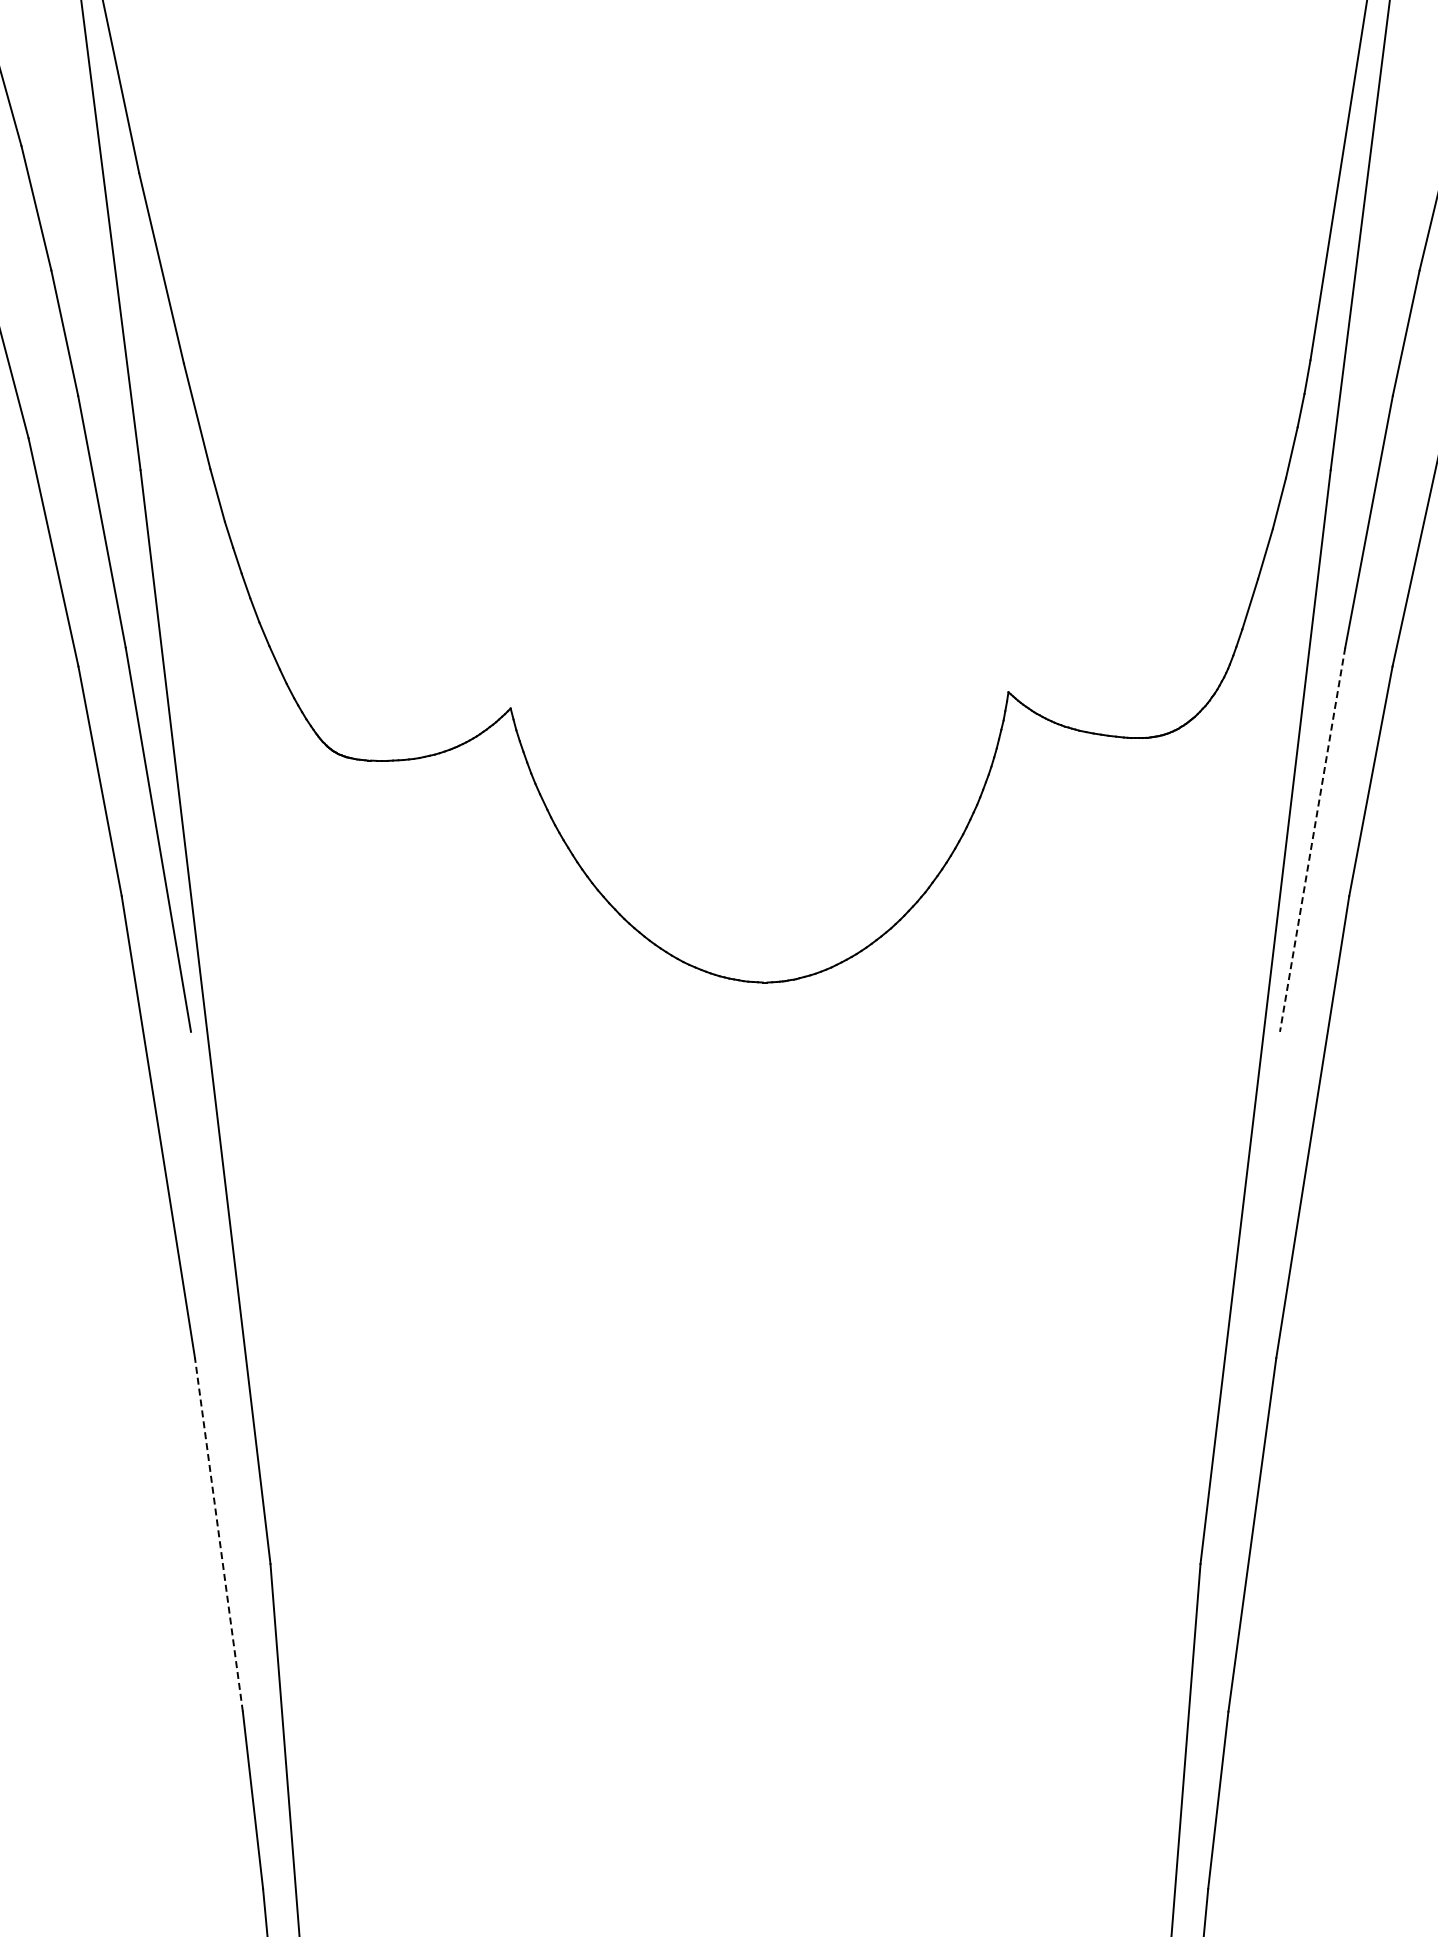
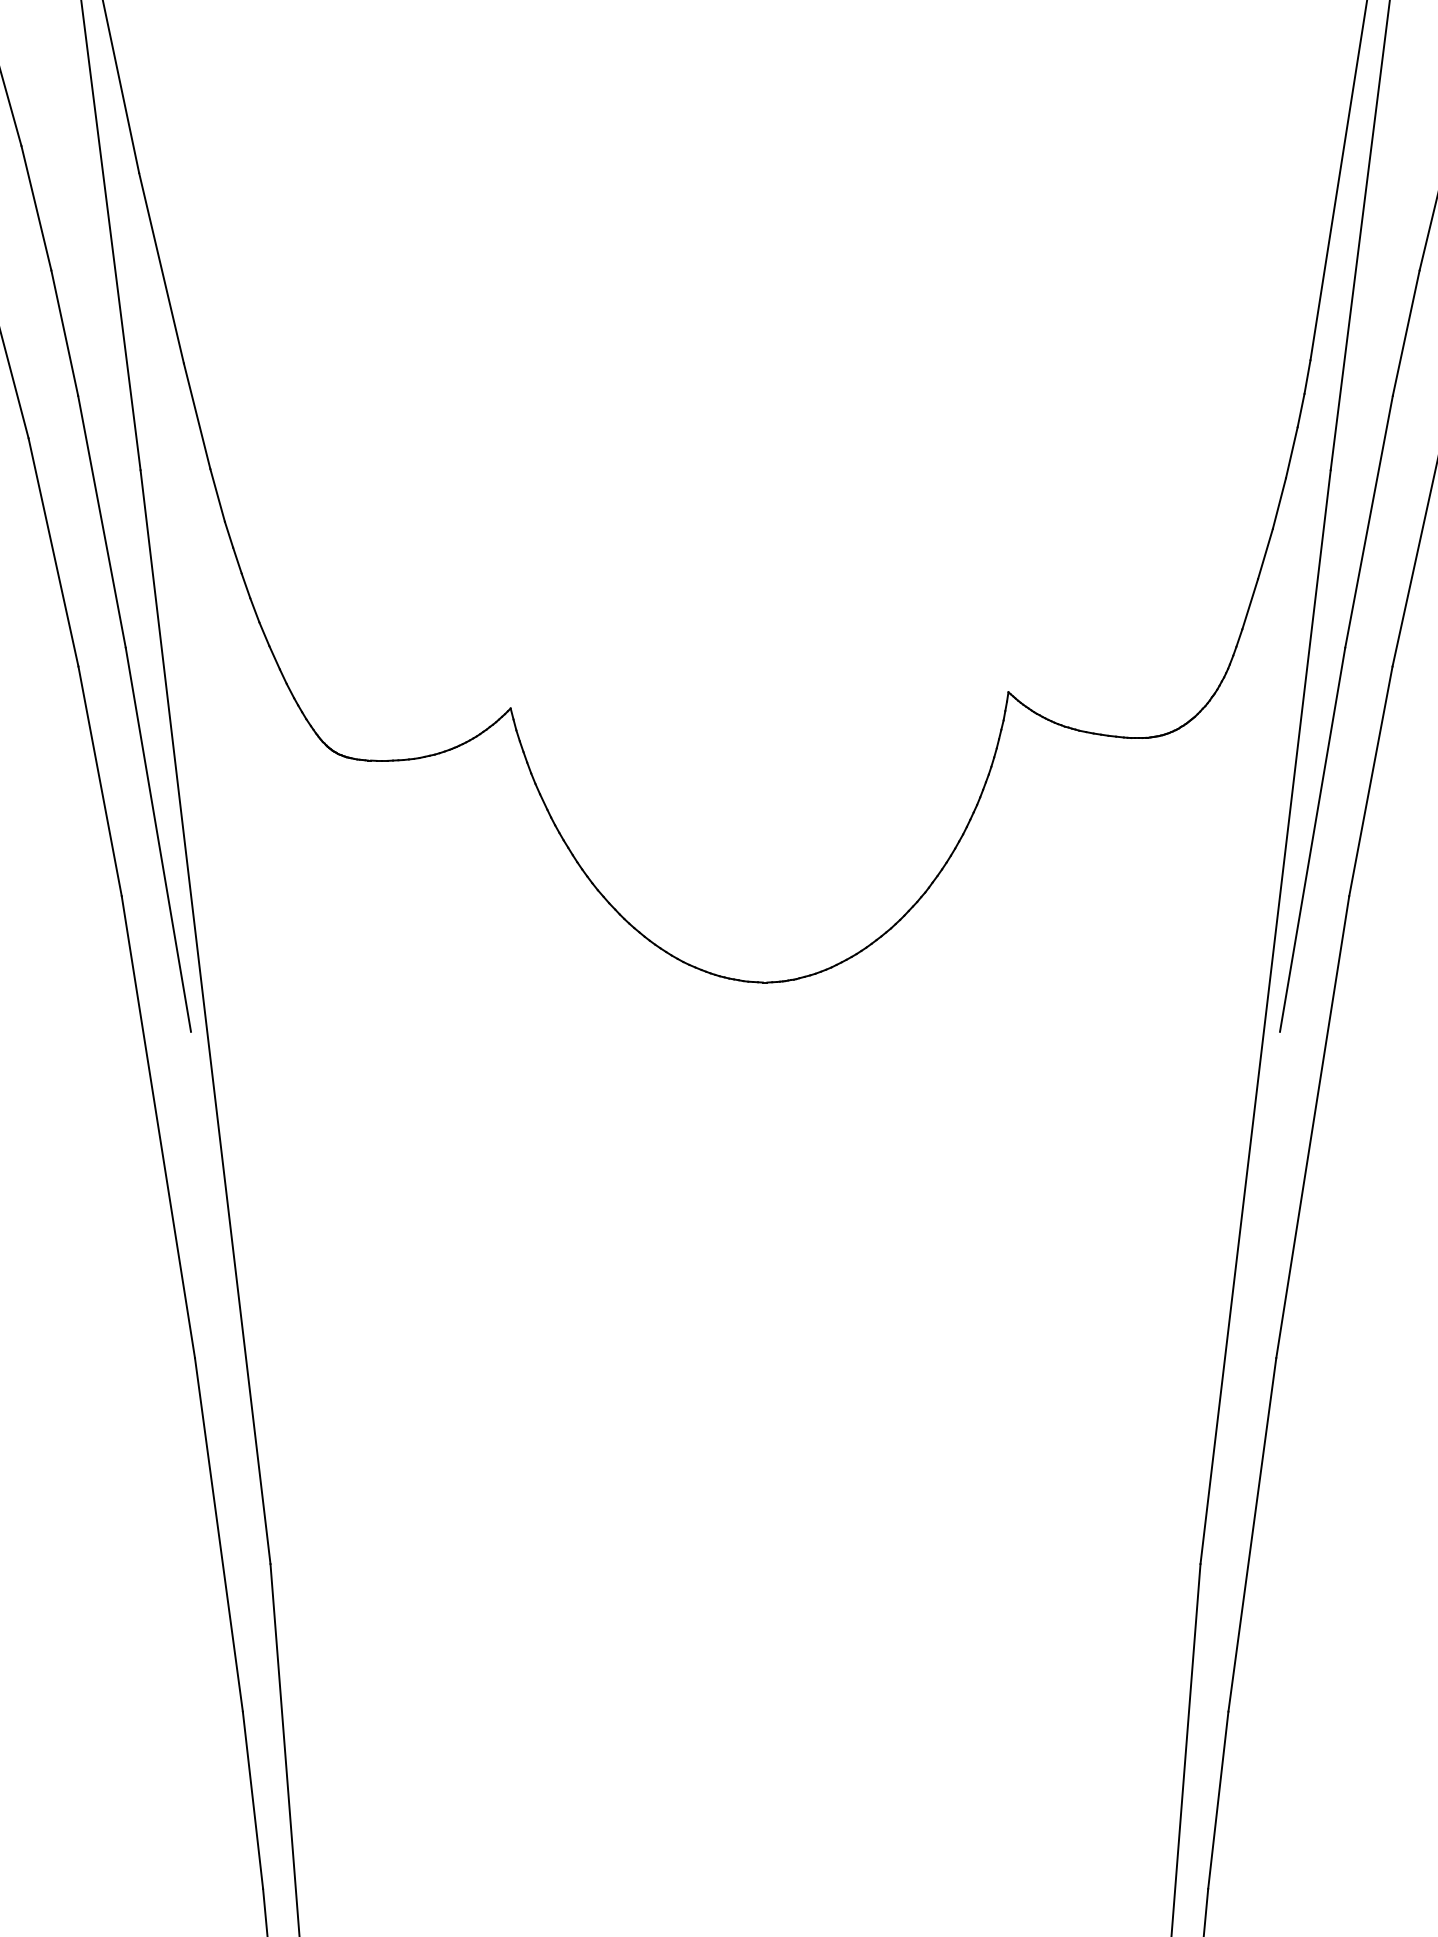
line at (1312, 839): dashed -> solid
line at (218, 1534): dashed -> solid
